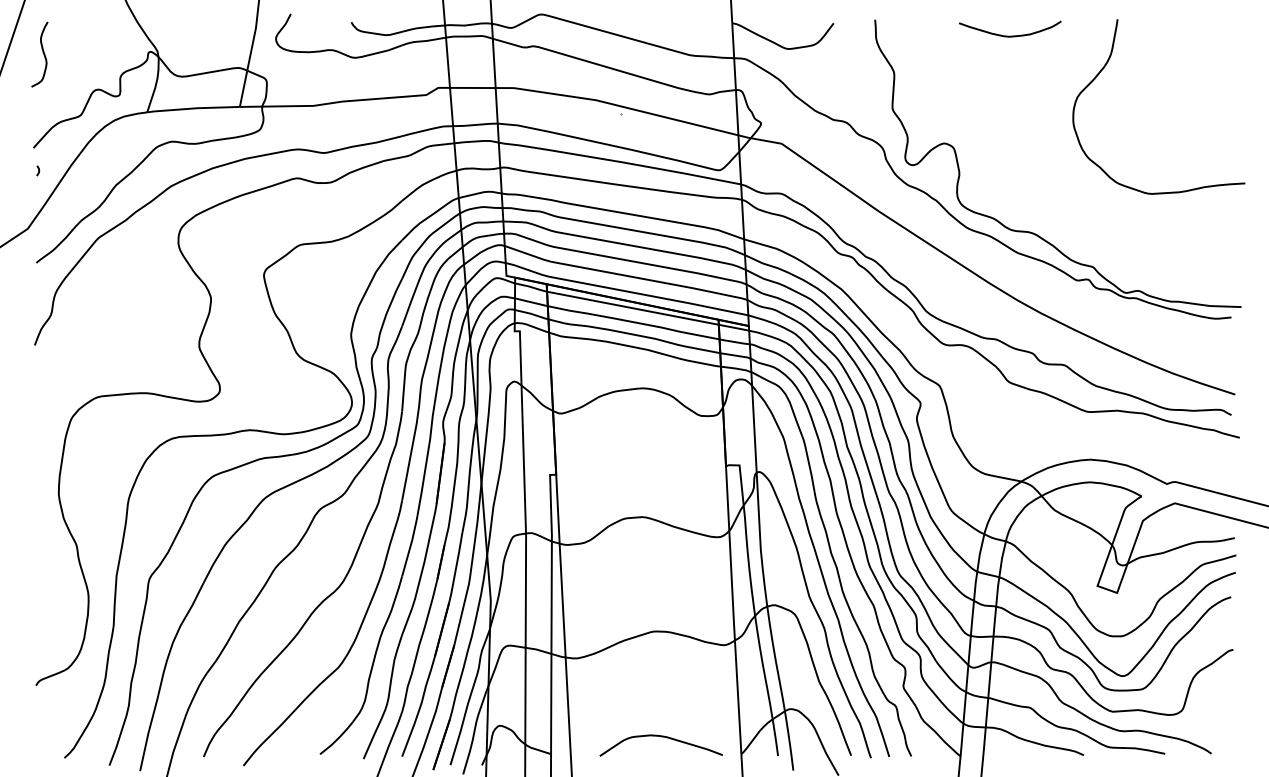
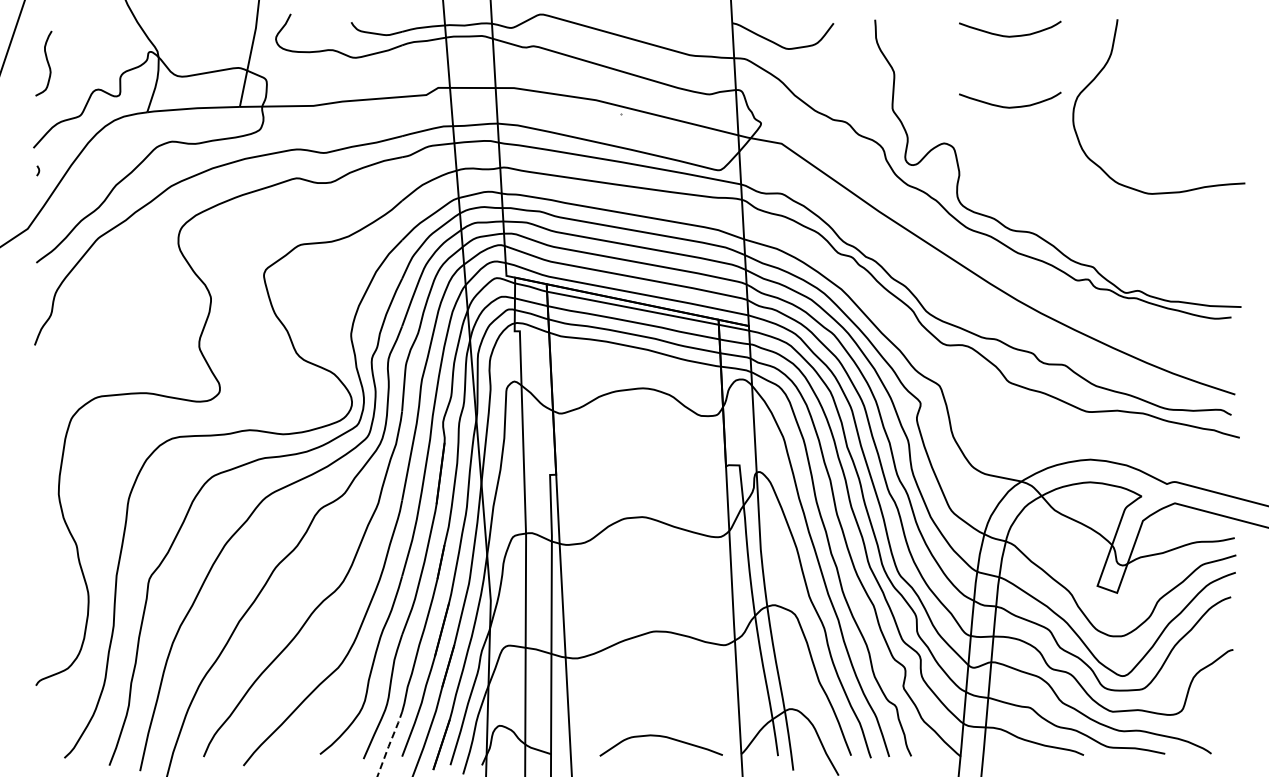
curve at (42, 52) position: (42, 52) -> (46, 61)
curve at (1010, 106): none -> present
line at (389, 743): solid -> dashed
